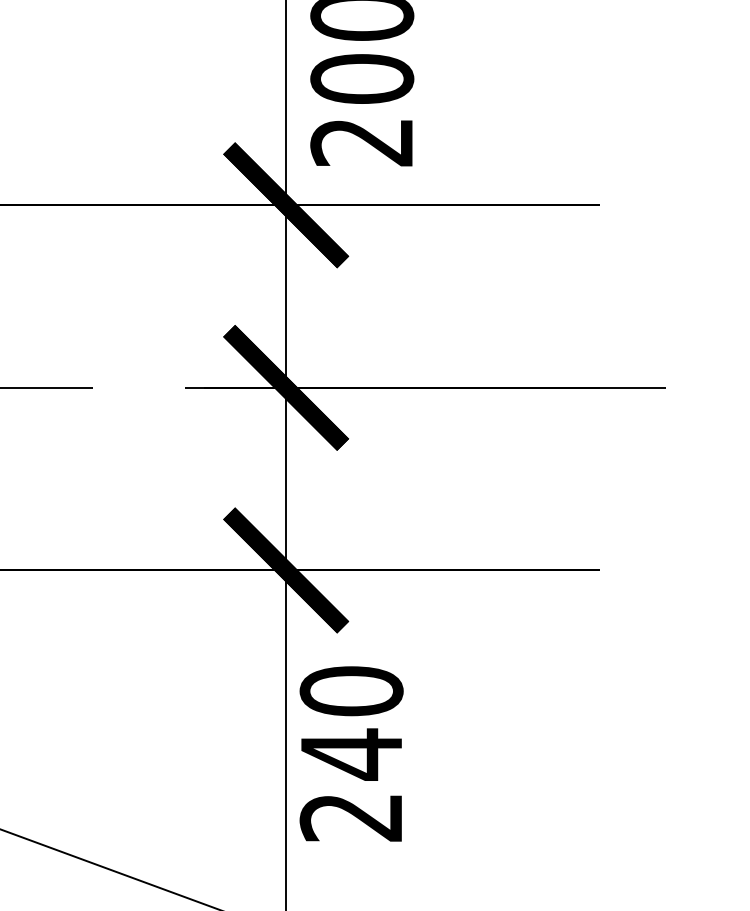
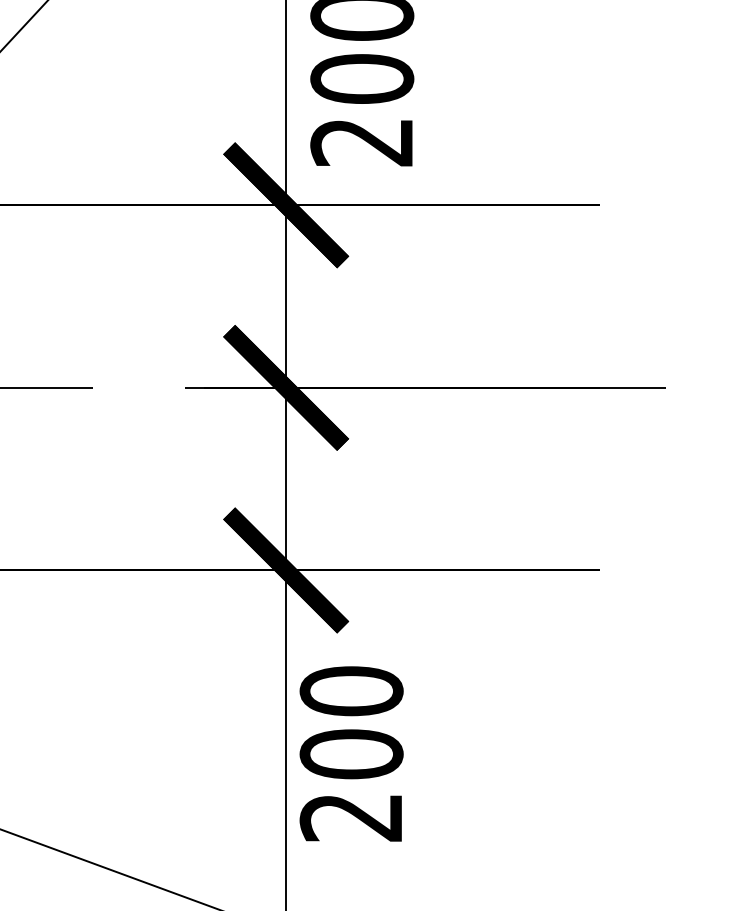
line at (23, 25): none -> present
text at (351, 754): 240 -> 200
